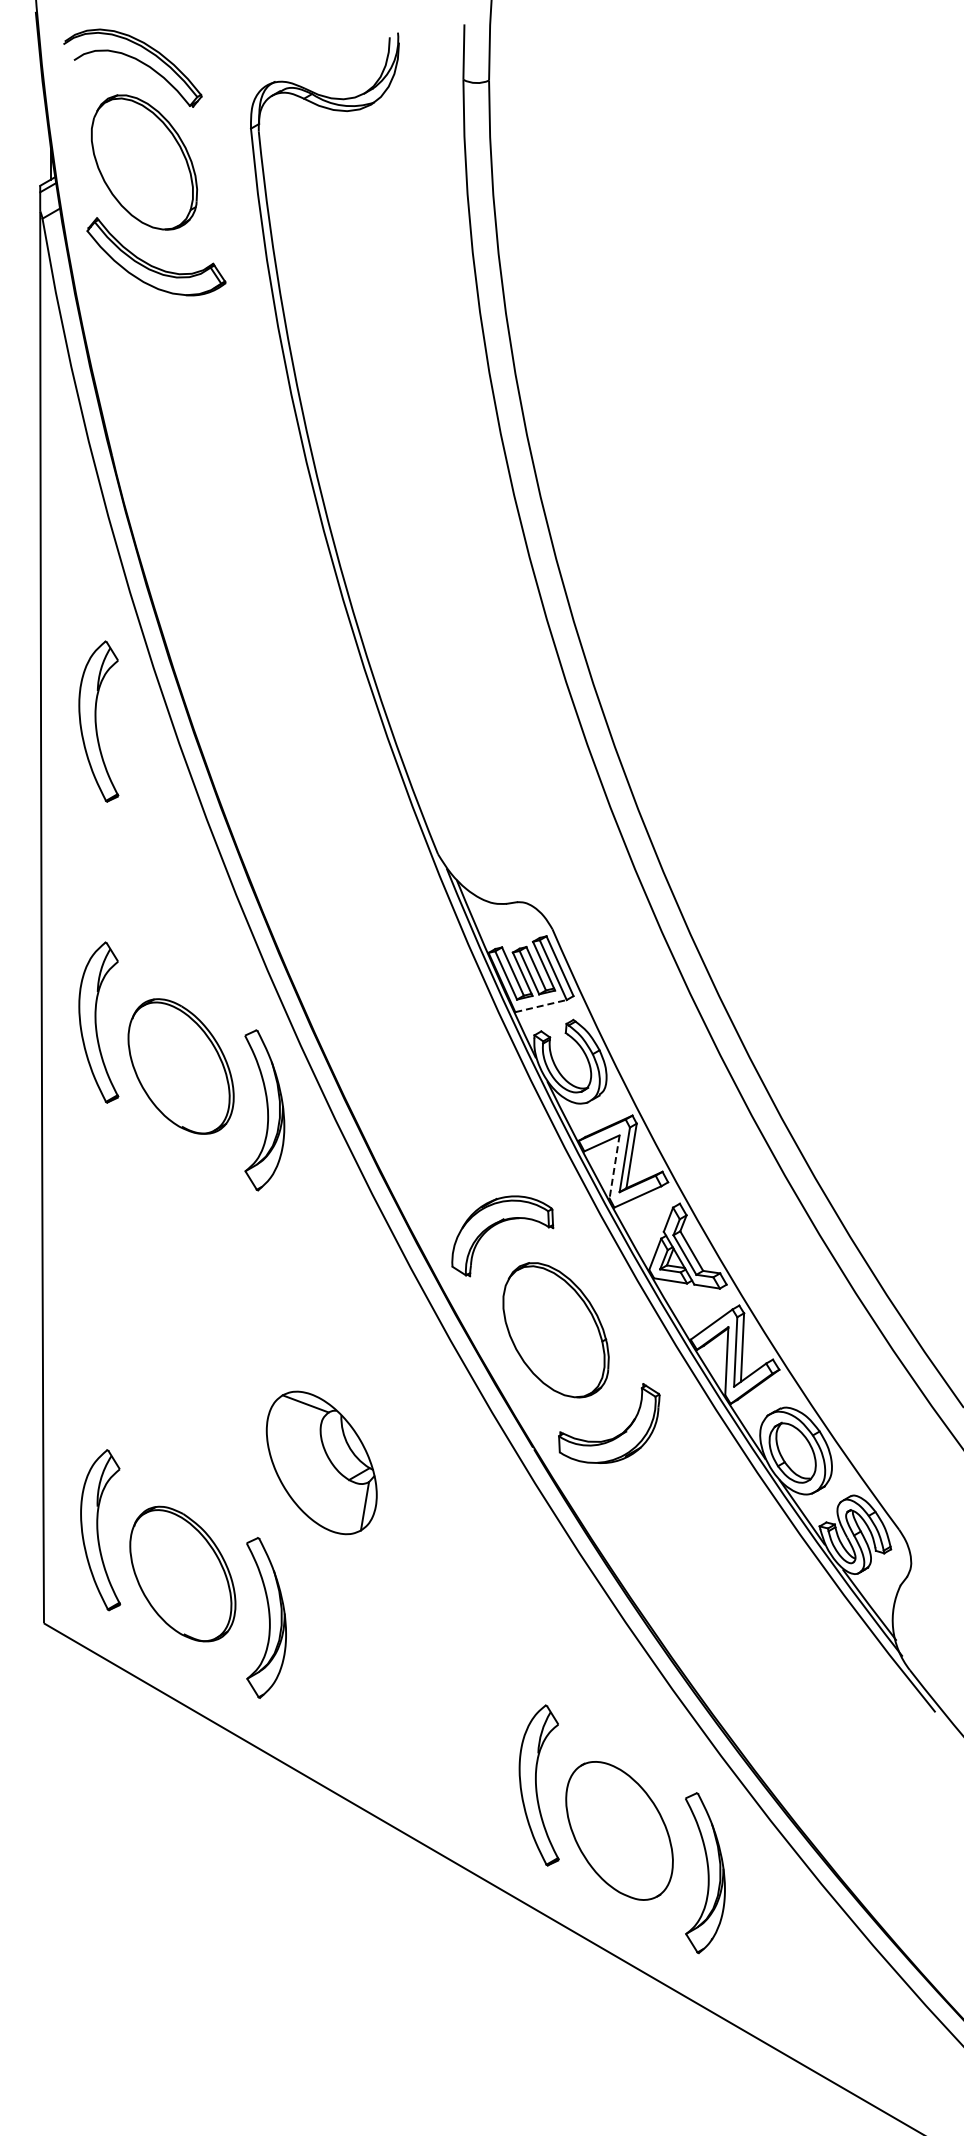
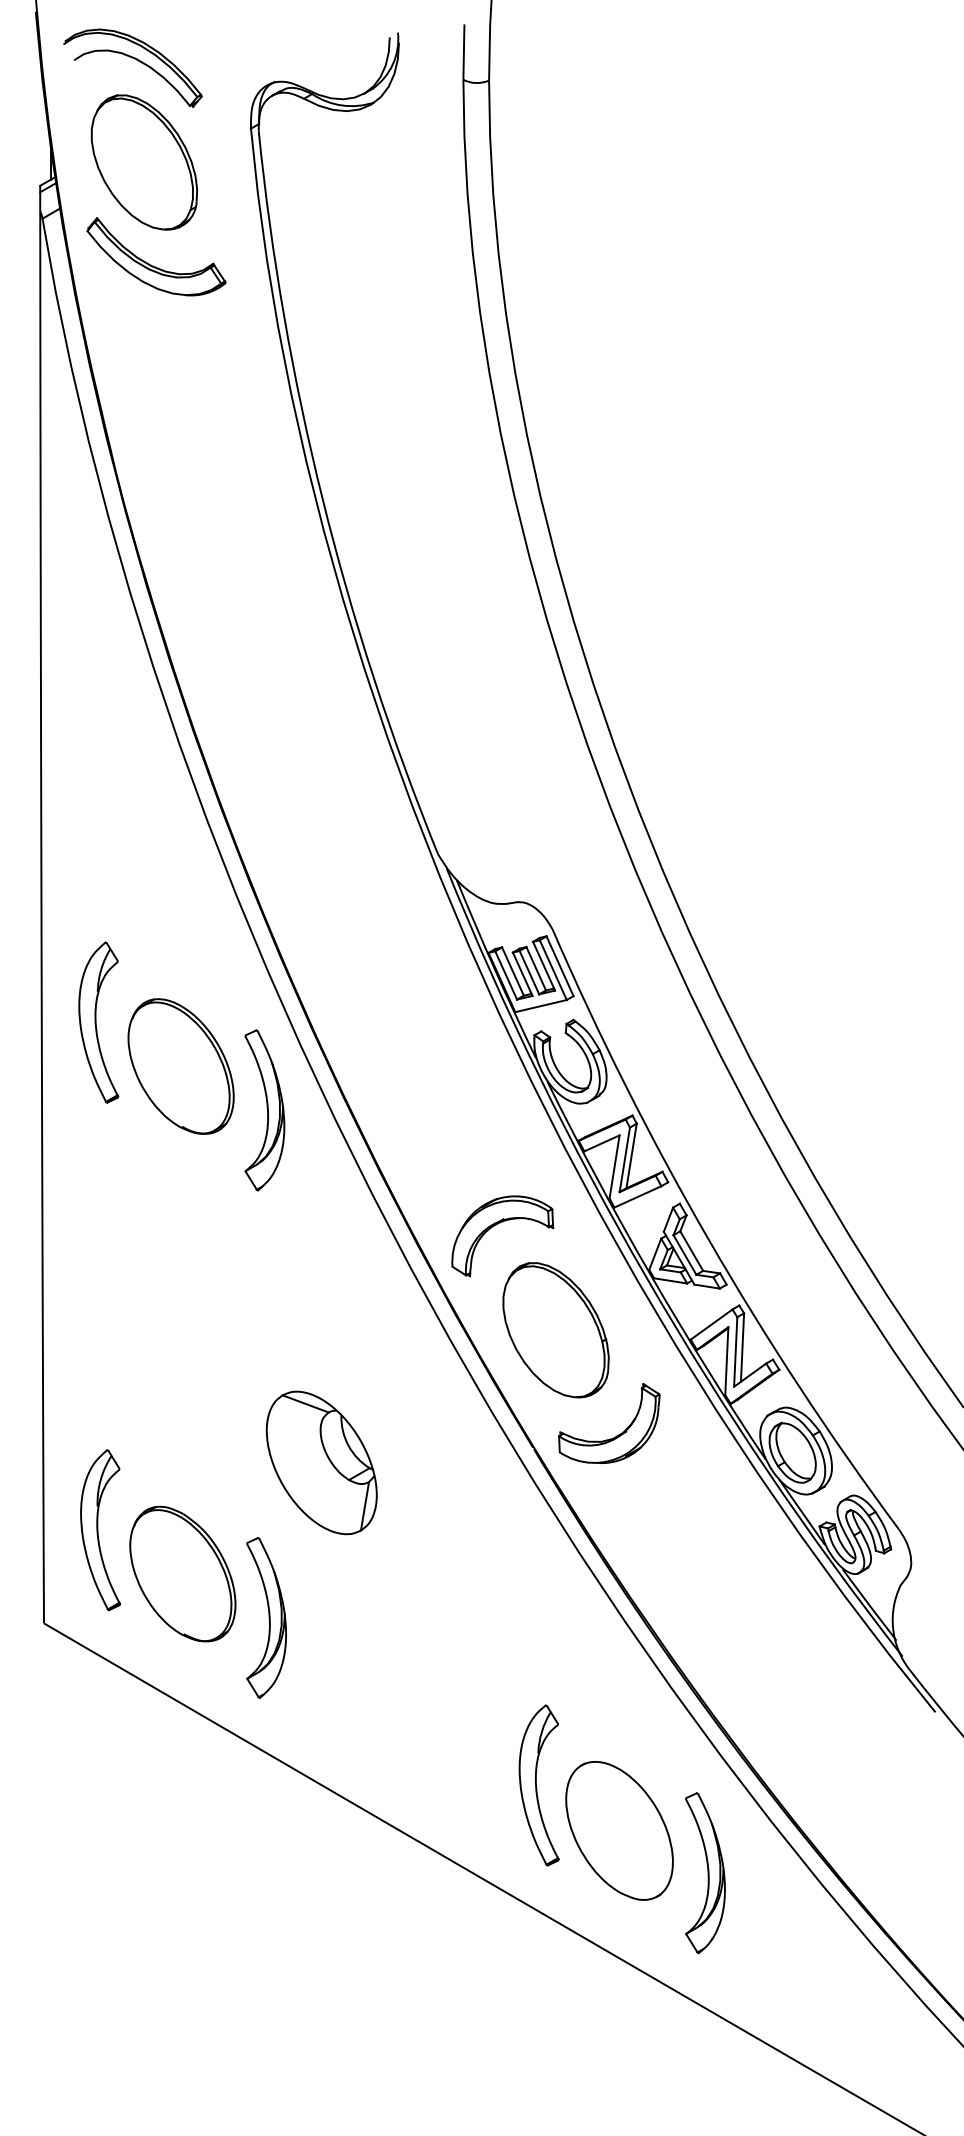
part at (98, 721): present -> none
line at (541, 1006): dashed -> solid
line at (614, 1166): dashed -> solid
